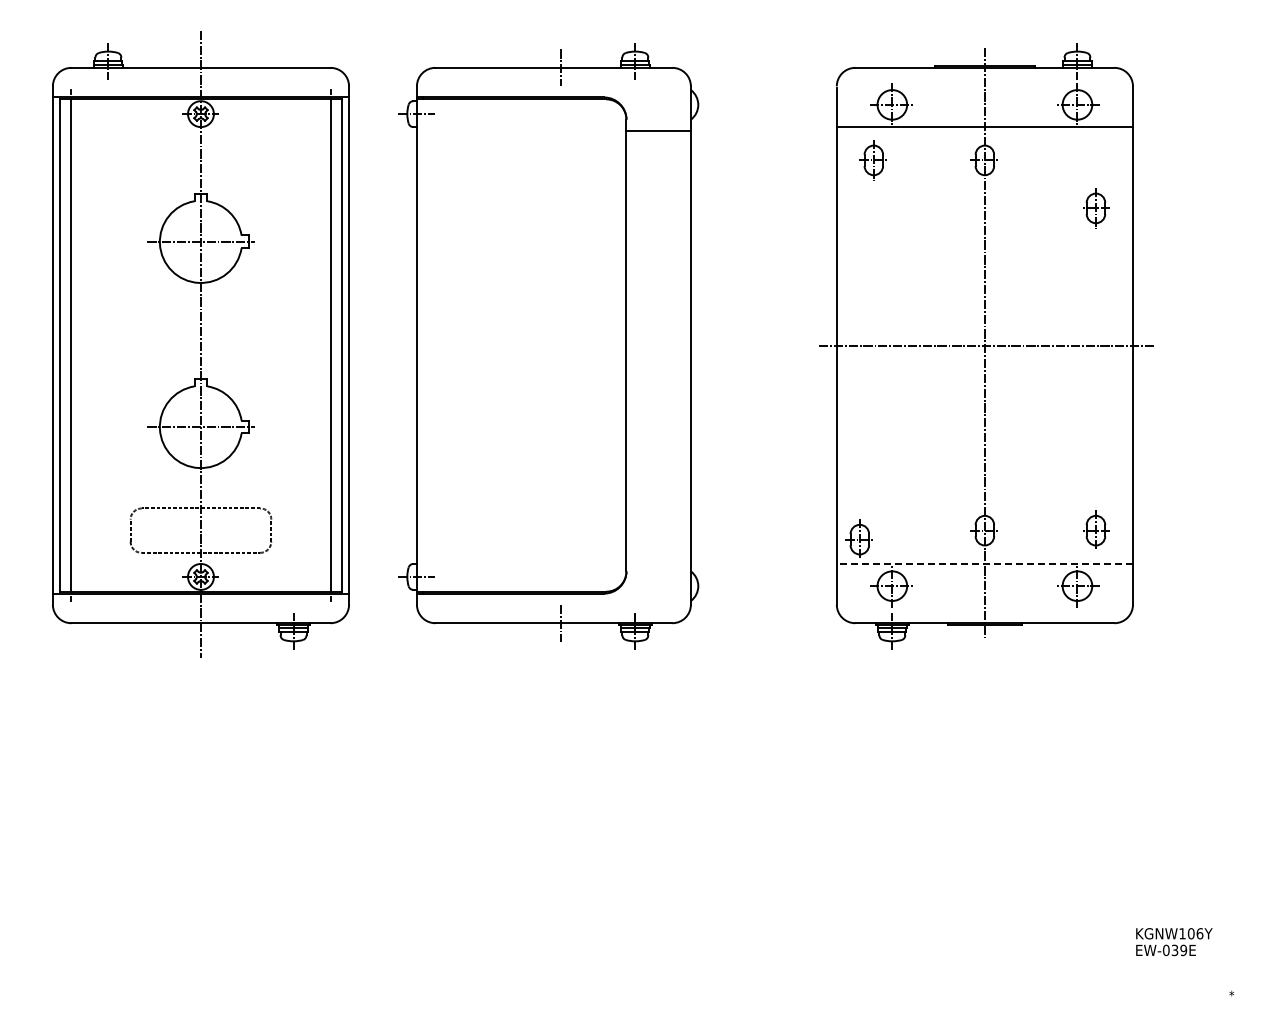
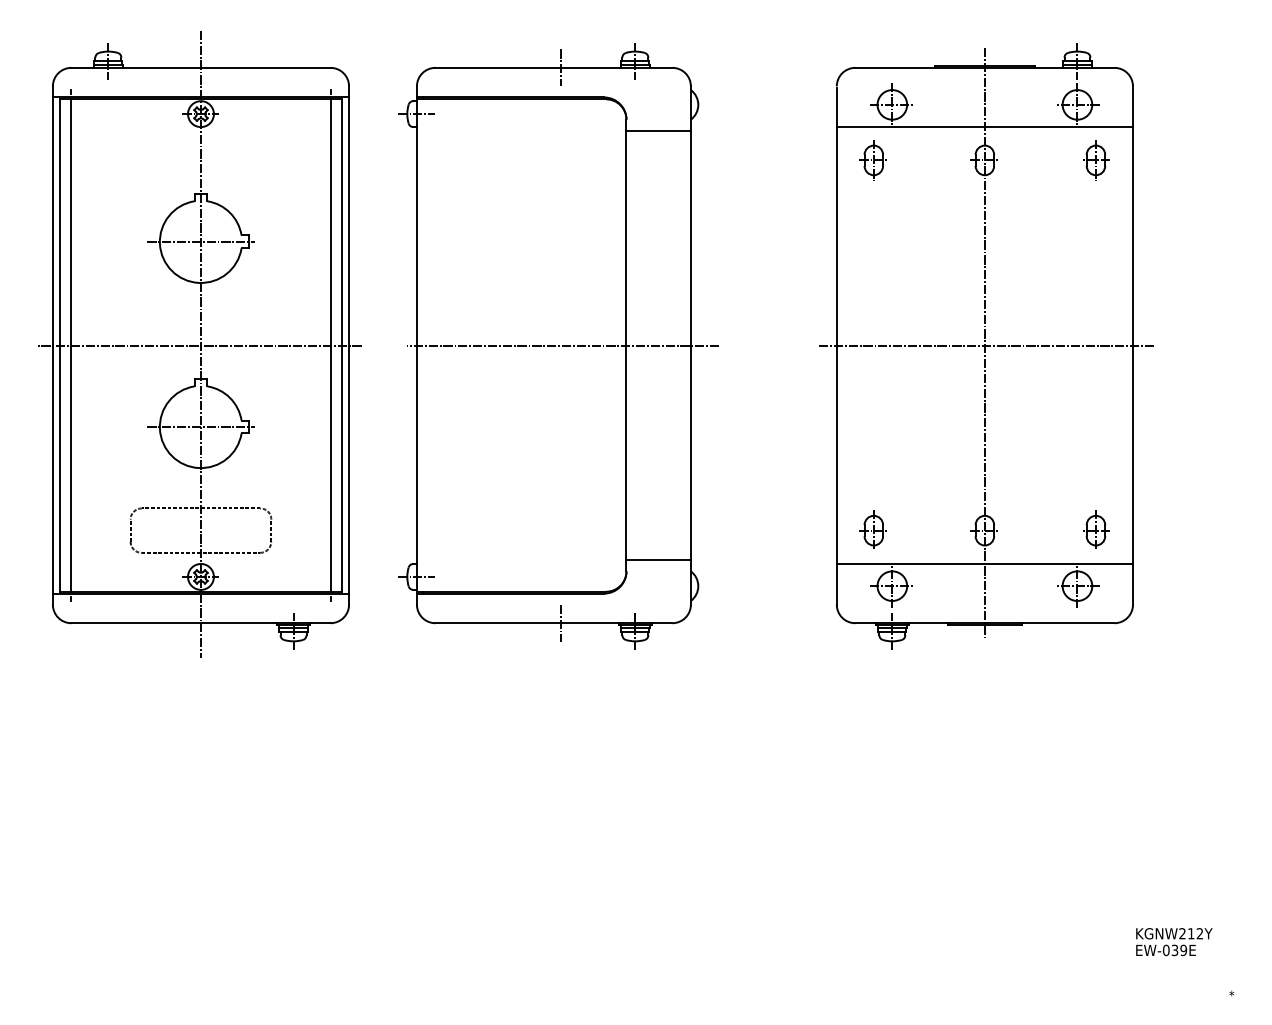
part at (1096, 208) position: (1096, 208) -> (1096, 160)
line at (199, 345): none -> present
line at (562, 345): none -> present
part at (858, 538) position: (858, 538) -> (872, 529)
line at (658, 560): none -> present
line at (984, 563): dashed -> solid
text at (1191, 933): KGNW106Y -> KGNW212Y
